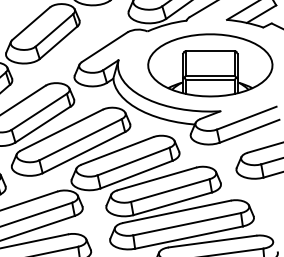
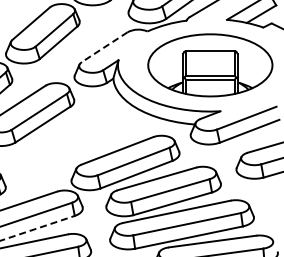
line at (104, 47): solid -> dashed
part at (71, 141): present -> none
line at (37, 228): solid -> dashed
